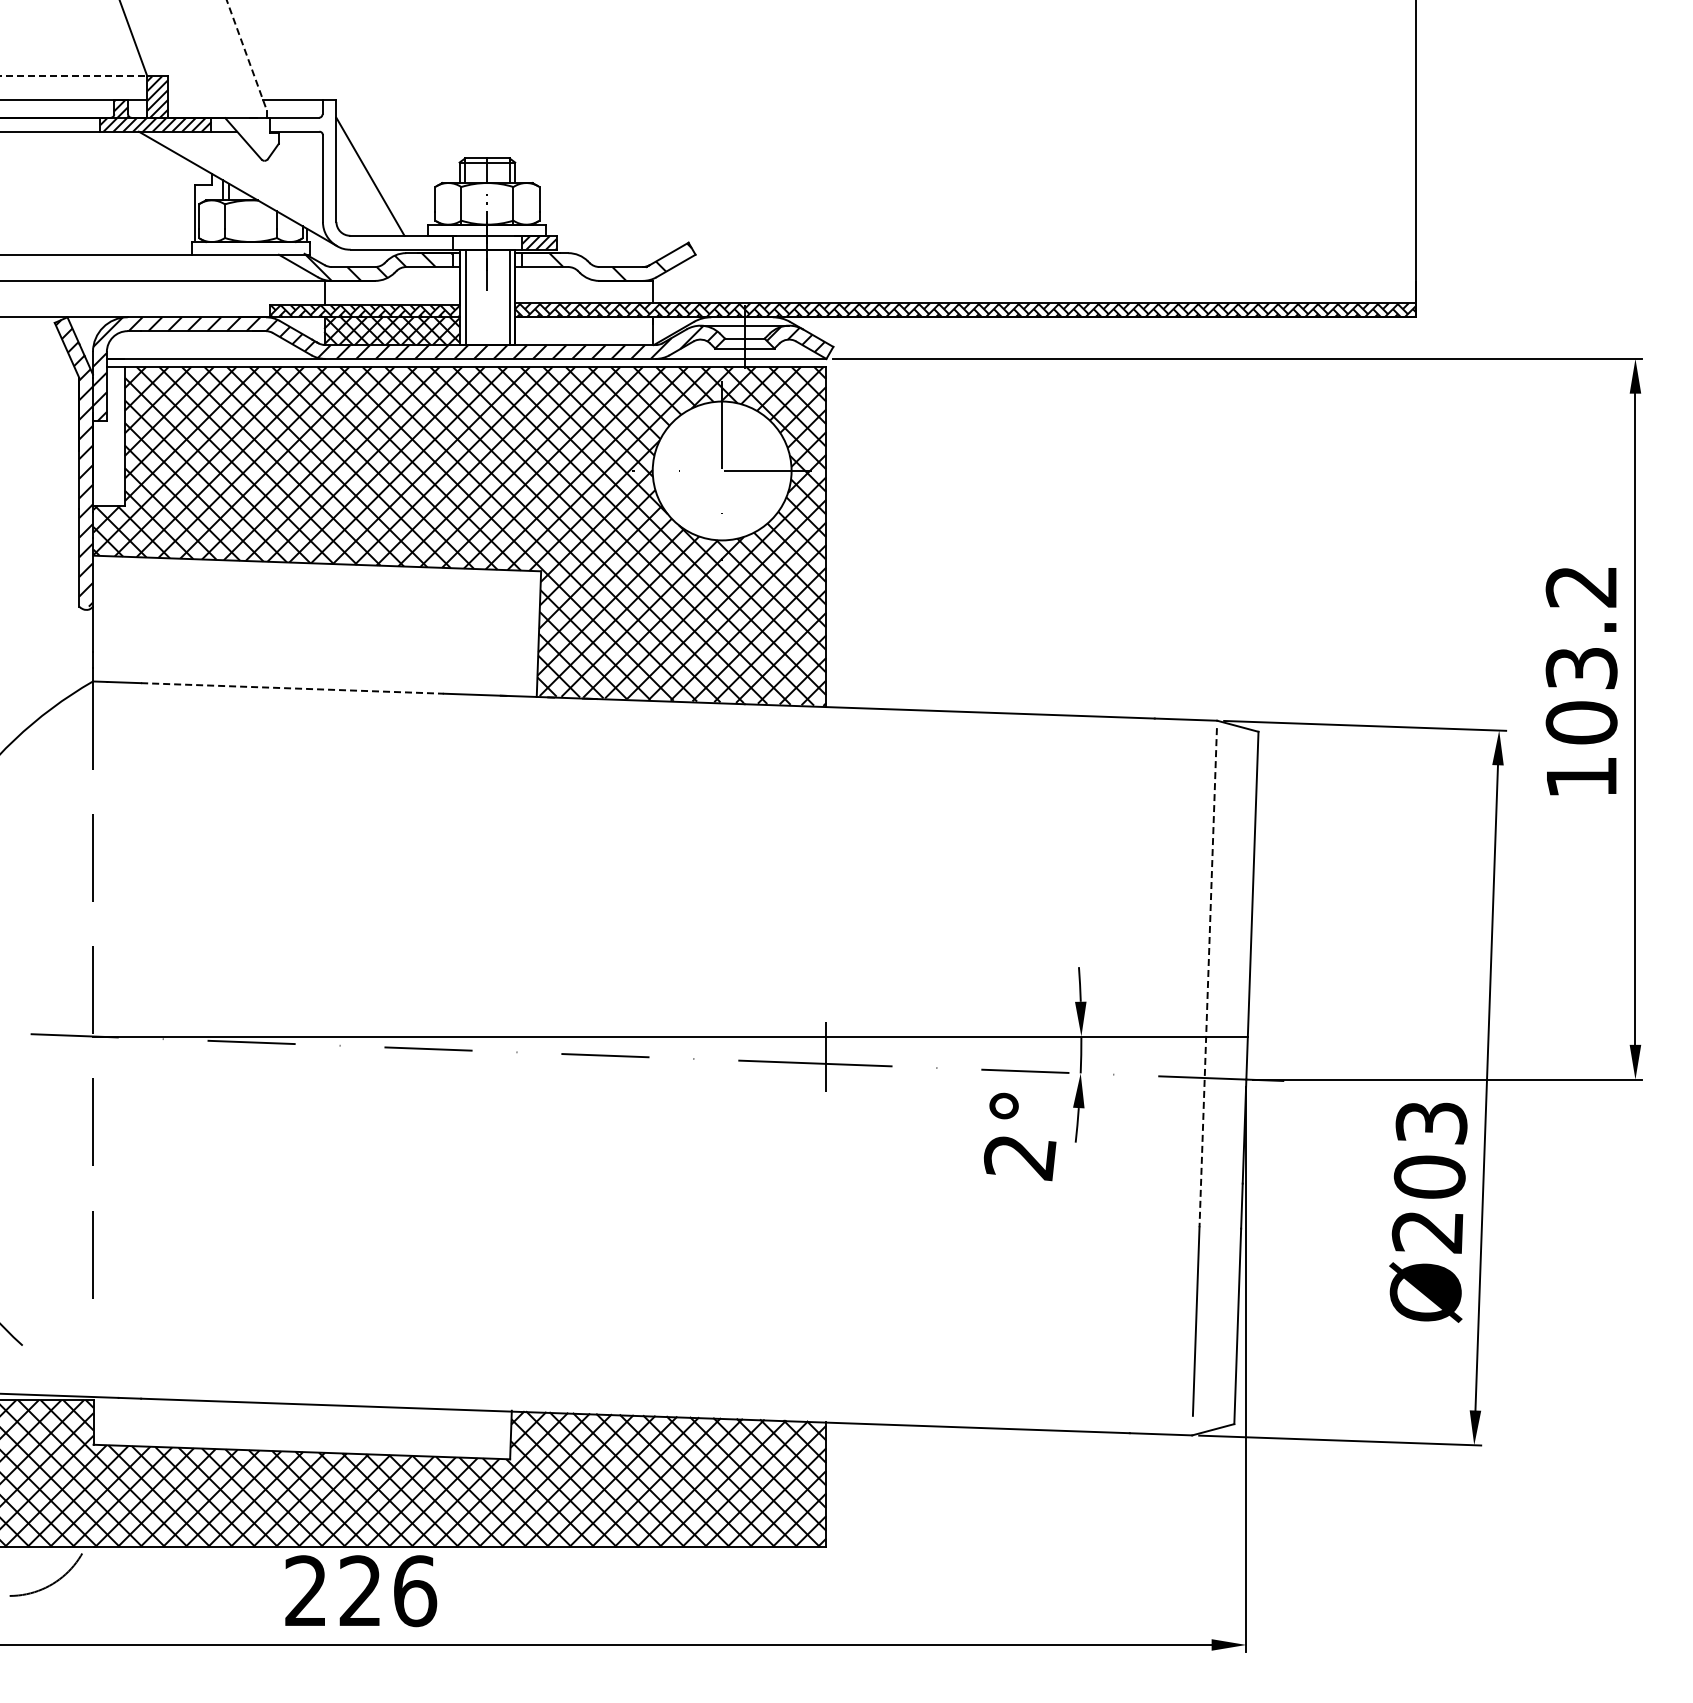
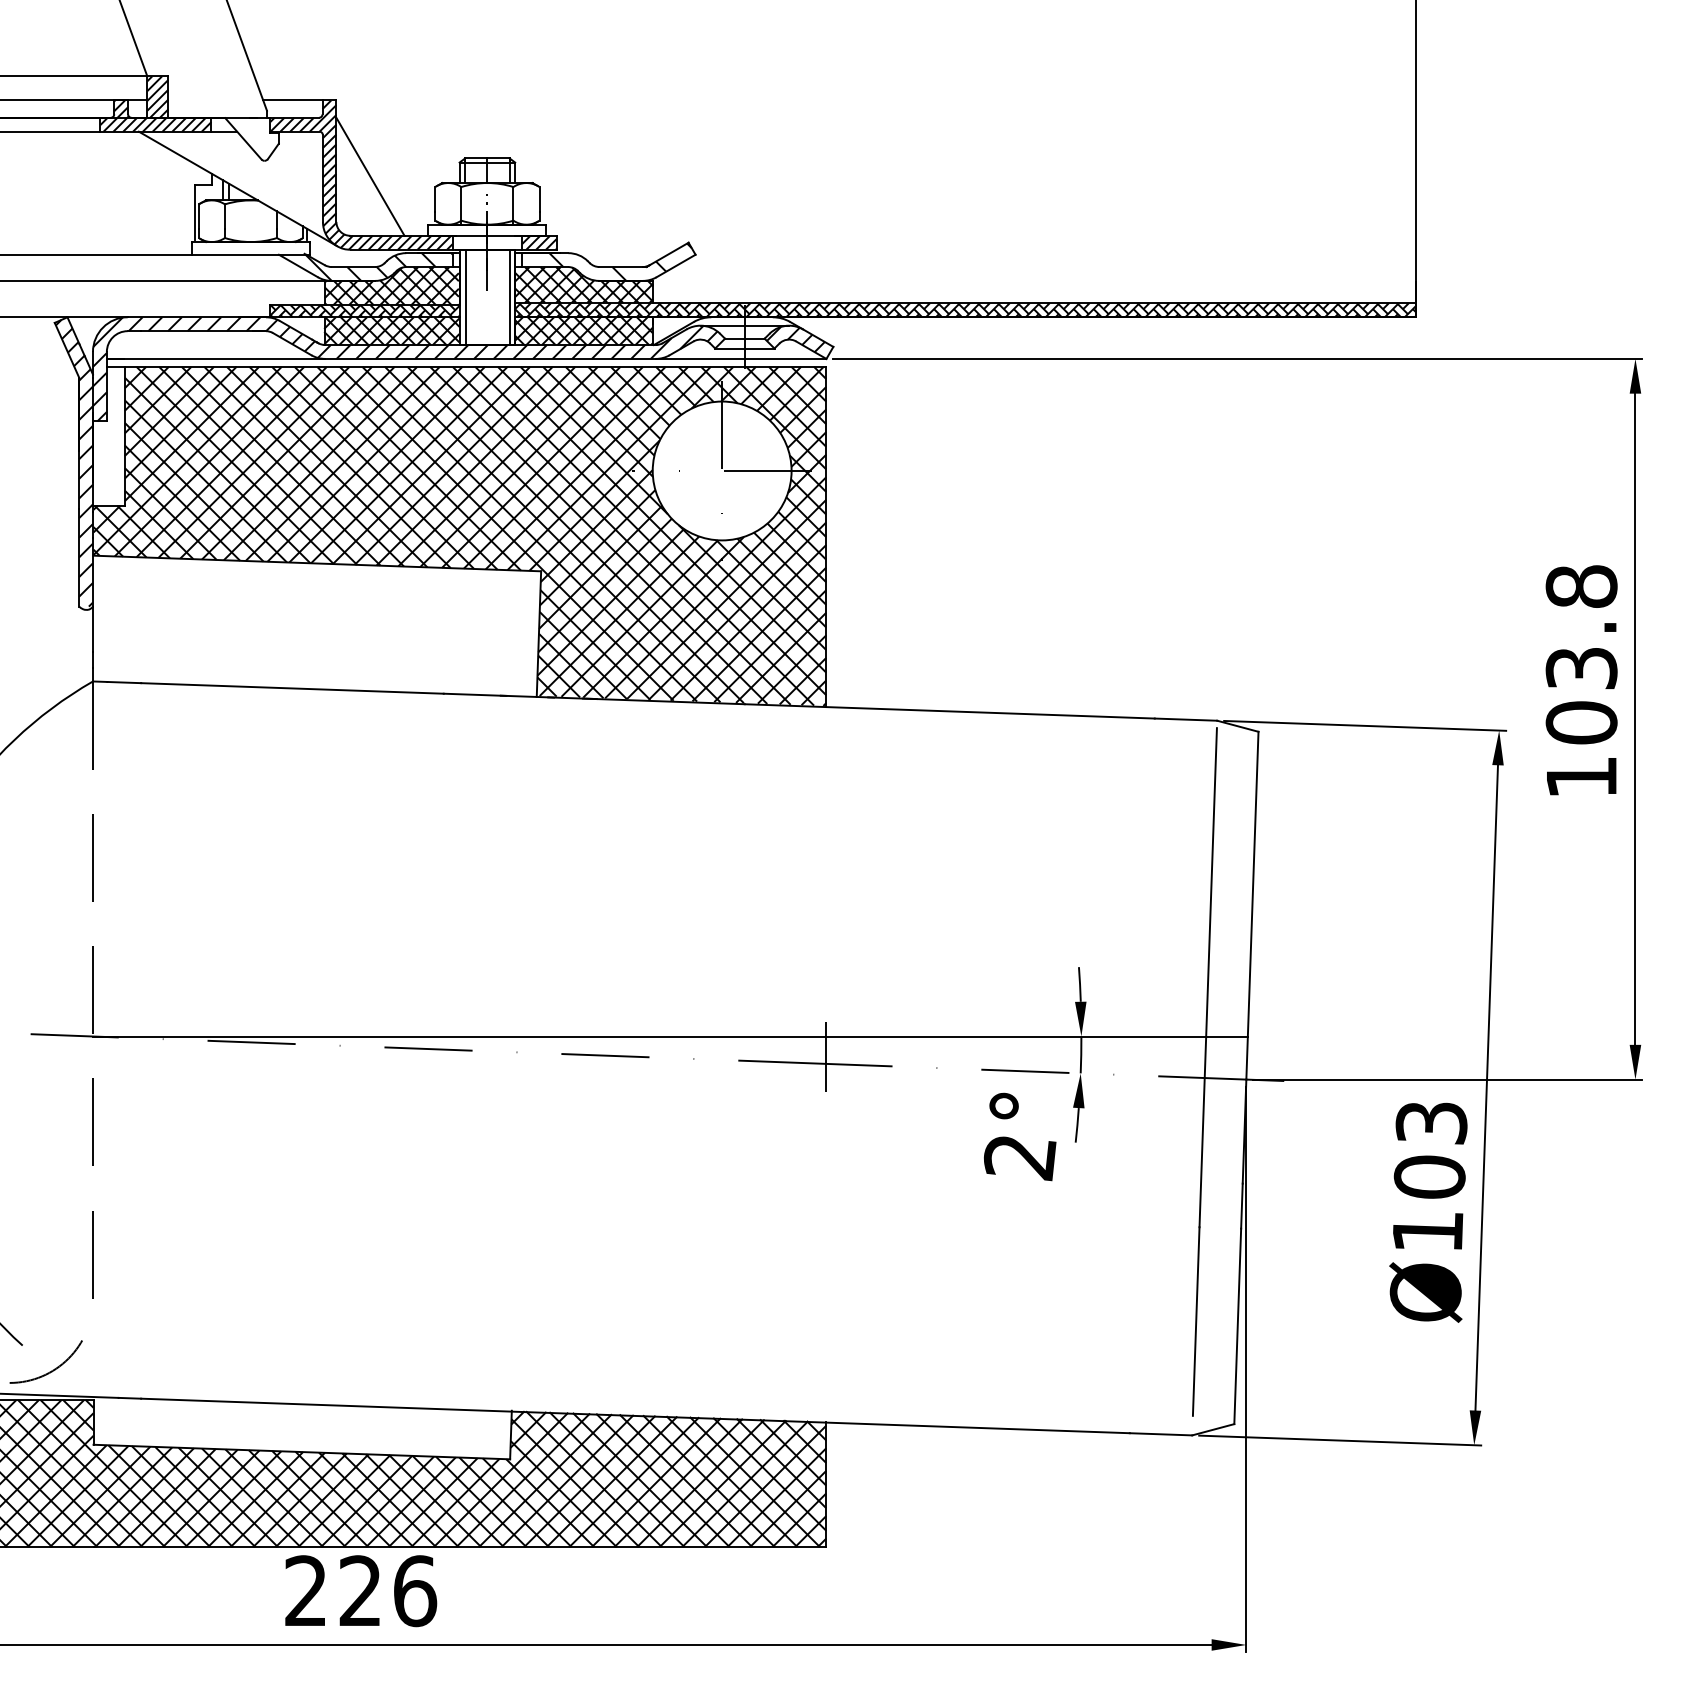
line at (246, 55): dashed -> solid
line at (74, 76): dashed -> solid
hatch at (361, 174): none -> present
hatch at (584, 285): none -> present
hatch at (391, 286): none -> present
hatch at (584, 331): none -> present
text at (1581, 586): 103.2 -> 103.8
line at (292, 688): dashed -> solid
line at (1208, 977): dashed -> solid
text at (1427, 1232): Ø203 -> Ø103
arc at (49, 1584) position: (49, 1584) -> (49, 1371)
